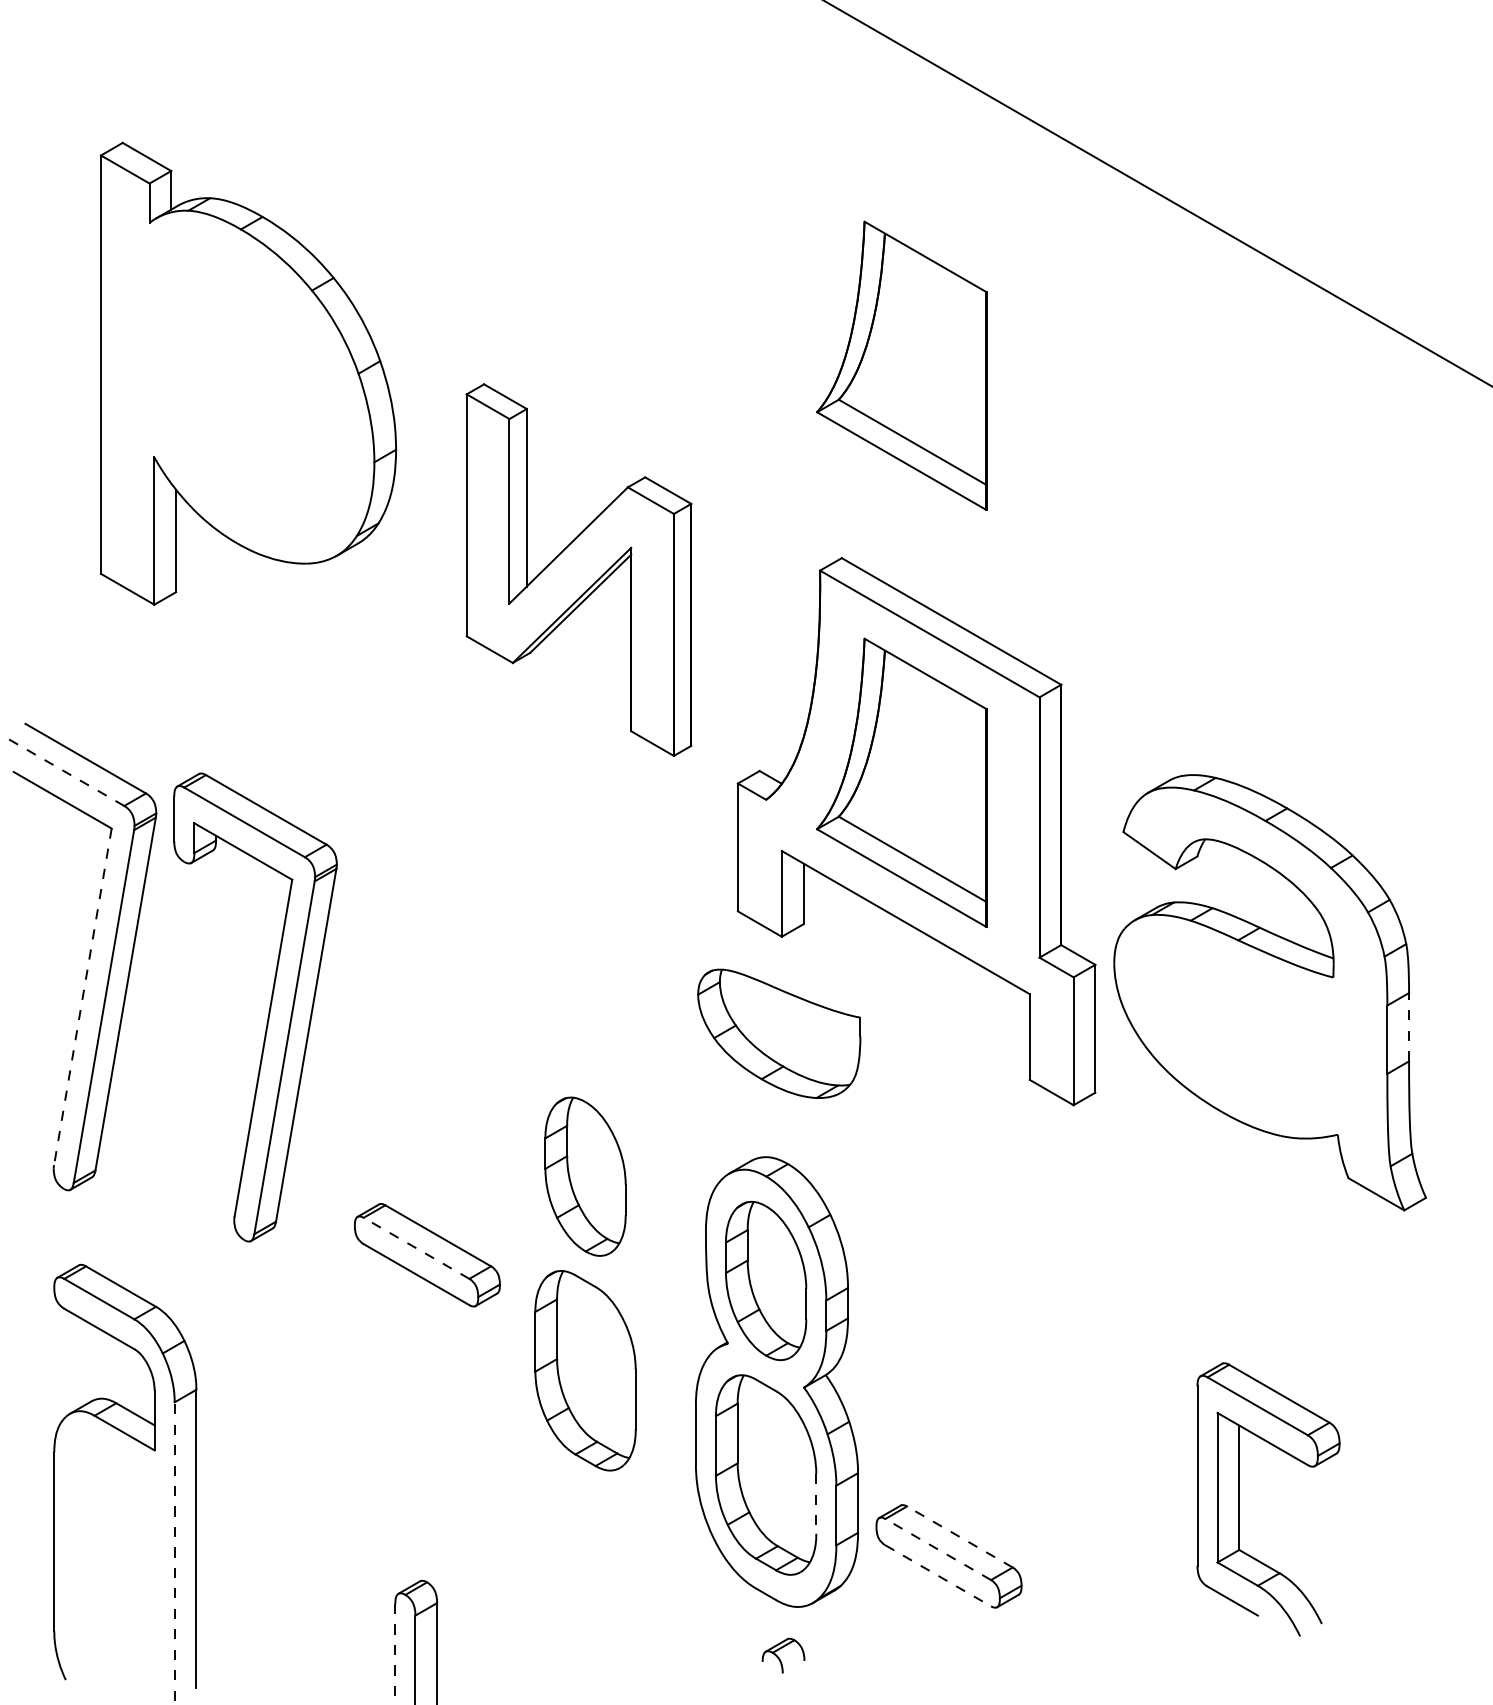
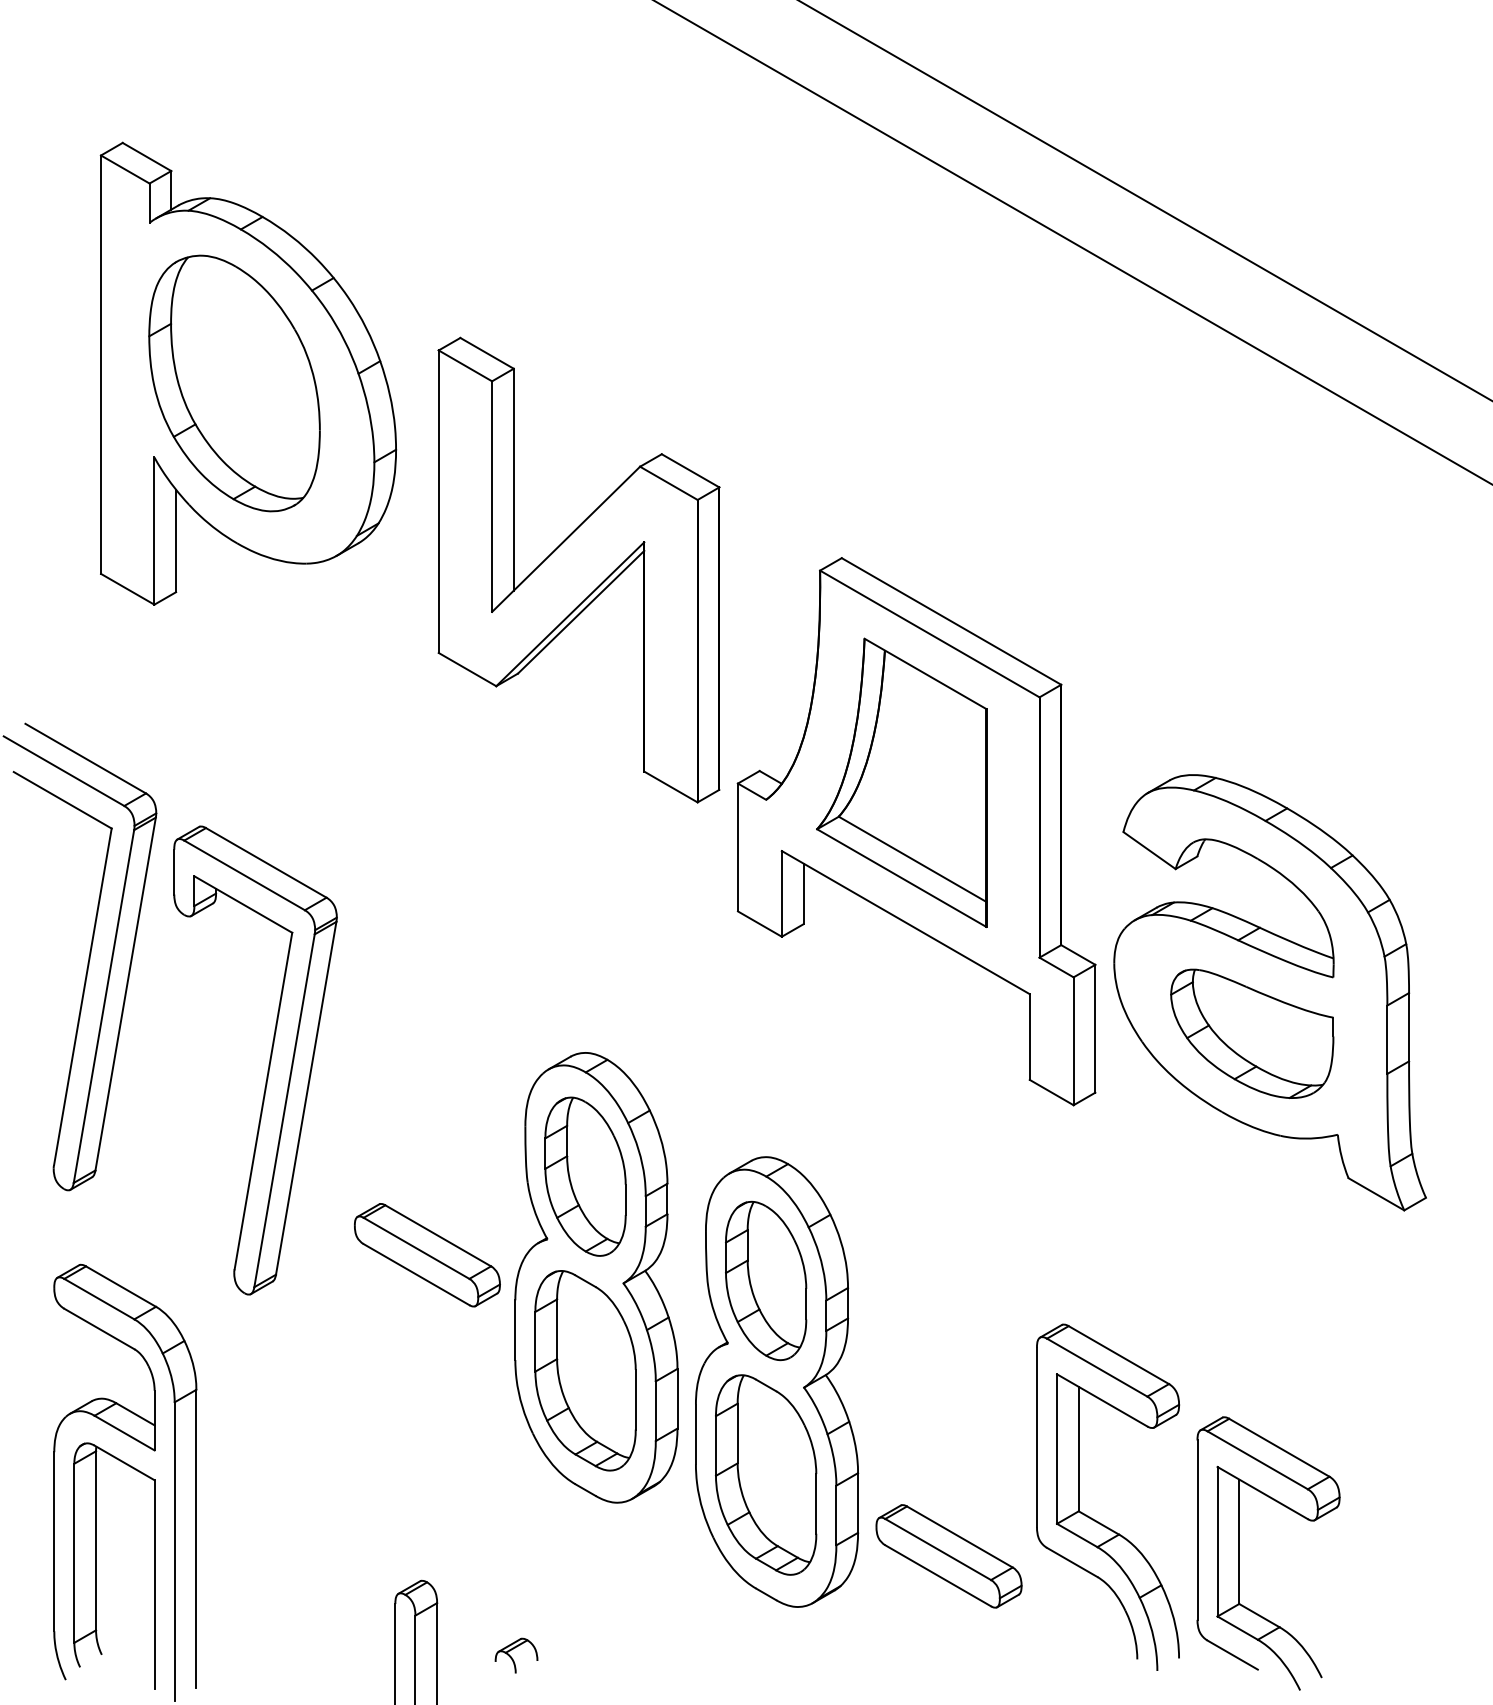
line at (1157, 193) position: (1157, 193) -> (1145, 200)
line at (1073, 242): none -> present
part at (901, 365): present -> none
part at (234, 383): none -> present
part at (578, 569) size: 228x374 px -> 284x468 px
line at (64, 771): dashed -> solid
line at (82, 996): dashed -> solid
part at (268, 1011) position: (268, 1011) -> (268, 1064)
line at (1409, 1026): dashed -> solid
part at (779, 1033) position: (779, 1033) -> (1252, 1033)
line at (416, 1248): dashed -> solid
part at (596, 1277): none -> present
part at (1239, 1499) position: (1239, 1499) -> (1239, 1553)
line at (816, 1503): dashed -> solid
part at (1095, 1519): none -> present
line at (959, 1536): dashed -> solid
line at (937, 1549): dashed -> solid
line at (174, 1551): dashed -> solid
part at (96, 1565): none -> present
line at (938, 1576): dashed -> solid
line at (395, 1655): dashed -> solid
part at (783, 1655) position: (783, 1655) -> (516, 1655)
